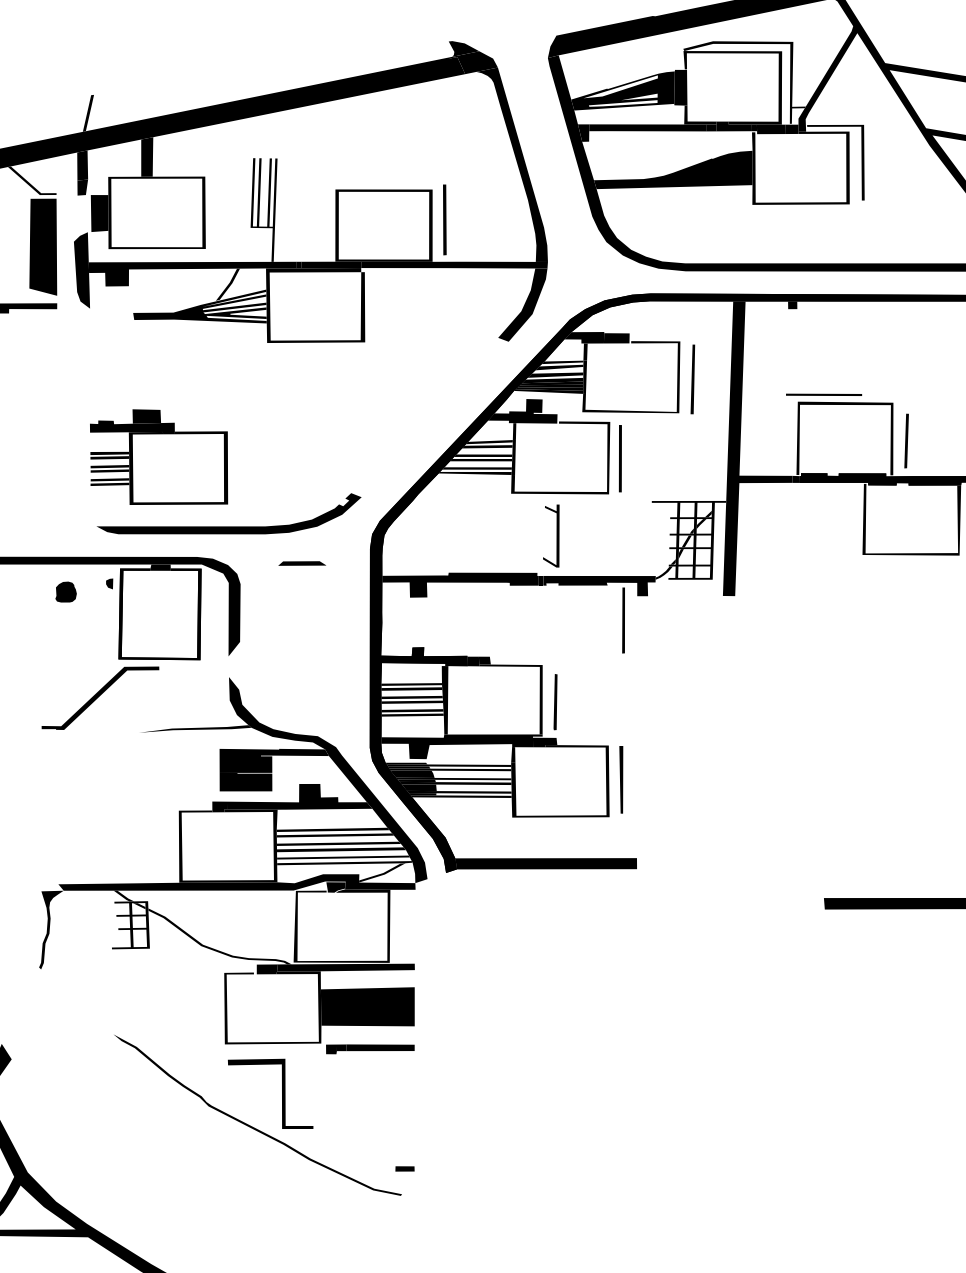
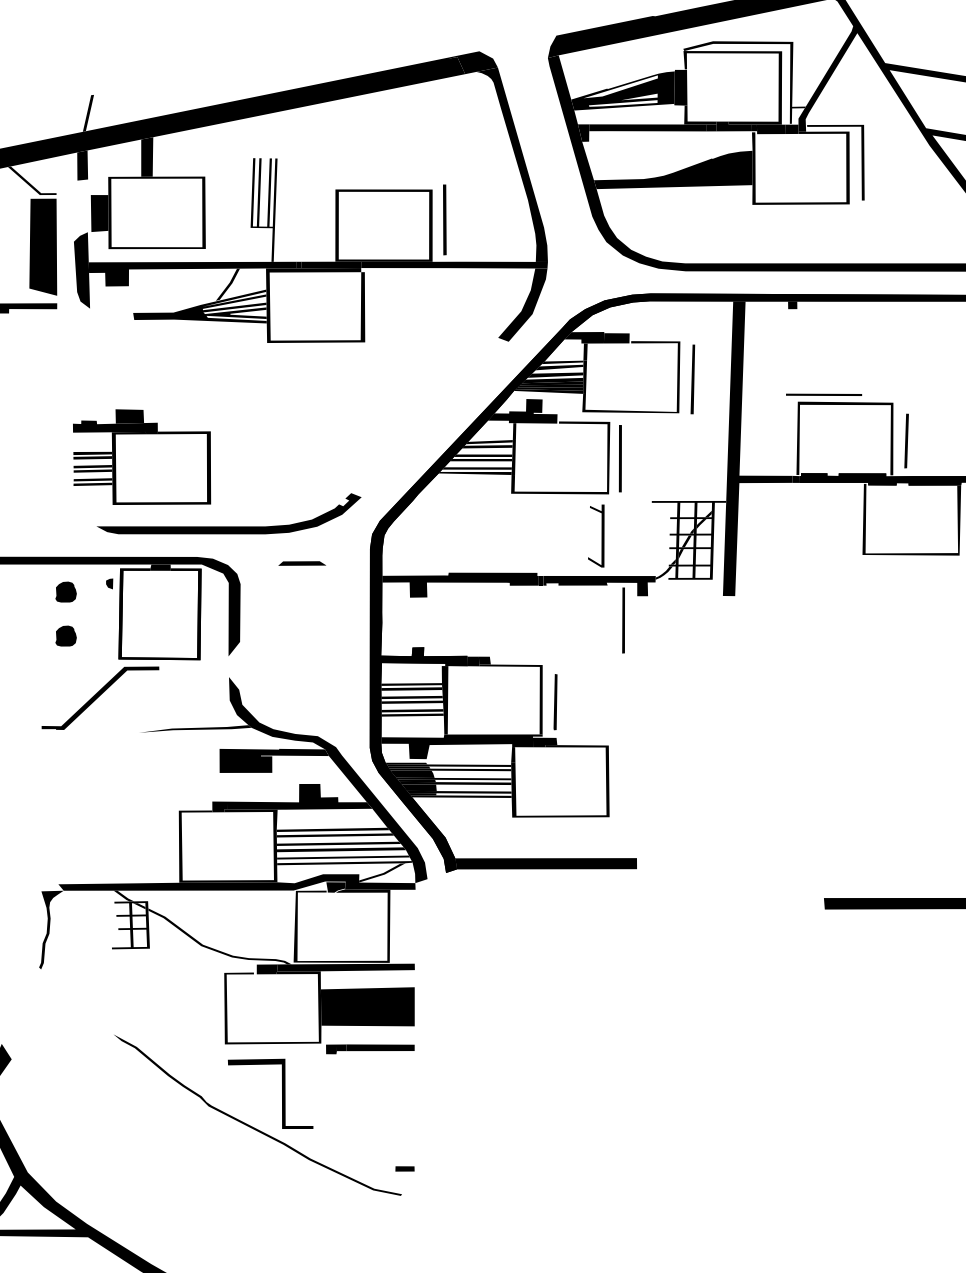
fill at (463, 48): present -> none
fill at (82, 187): present -> none
part at (159, 456) position: (159, 456) -> (142, 456)
part at (551, 535) position: (551, 535) -> (596, 535)
part at (65, 635): none -> present
line at (621, 779): present -> none
fill at (245, 781): present -> none
